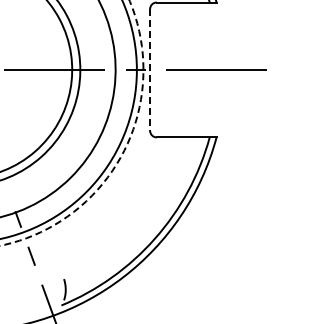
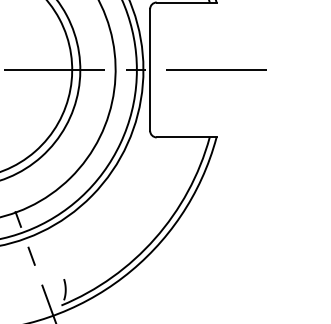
line at (150, 69): dashed -> solid
arc at (122, 153): dashed -> solid
